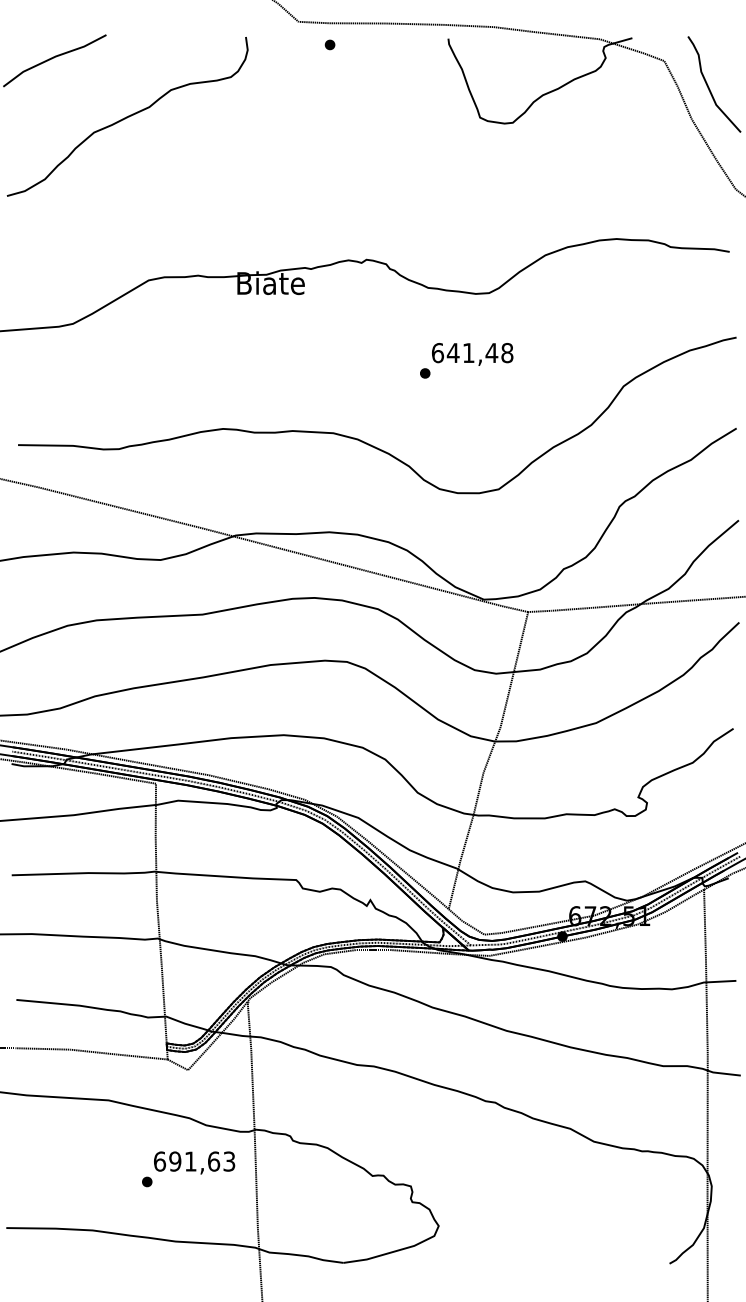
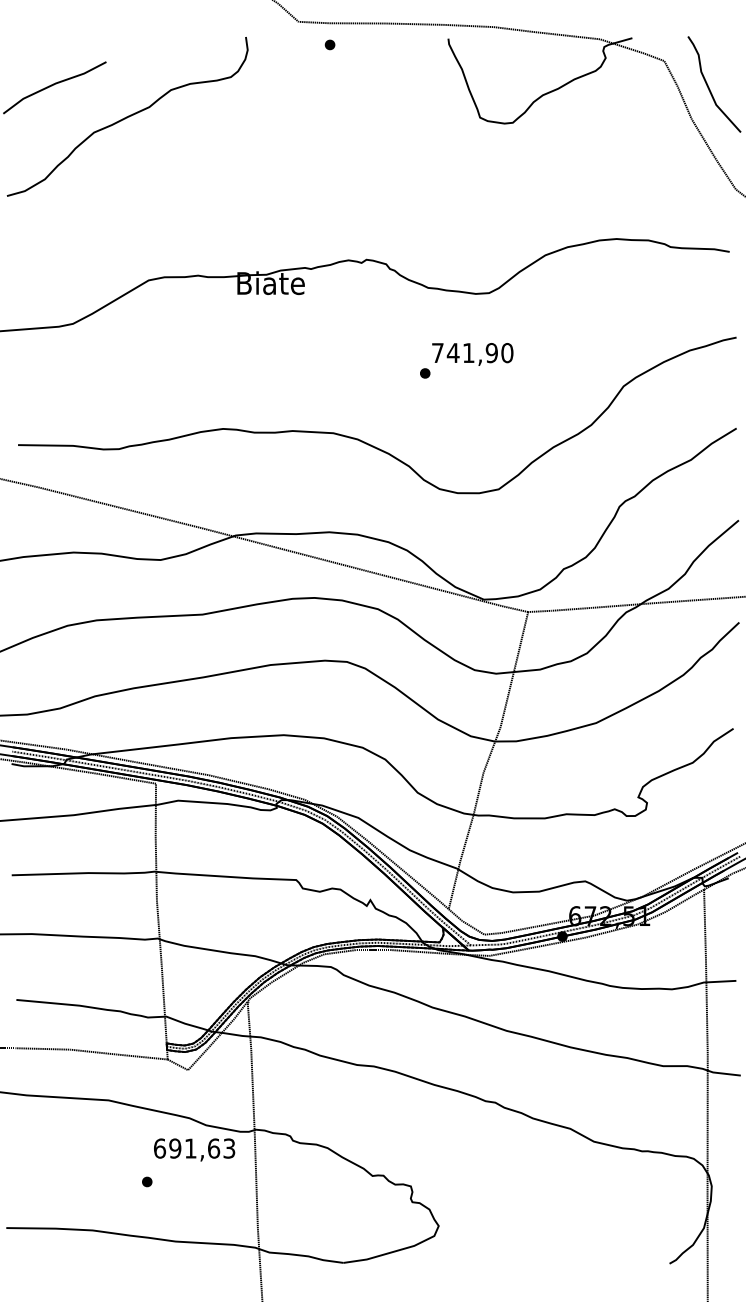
line at (54, 58) position: (54, 58) -> (54, 85)
text at (472, 353): 641,48 -> 741,90
text at (194, 1162) position: (194, 1162) -> (194, 1149)
